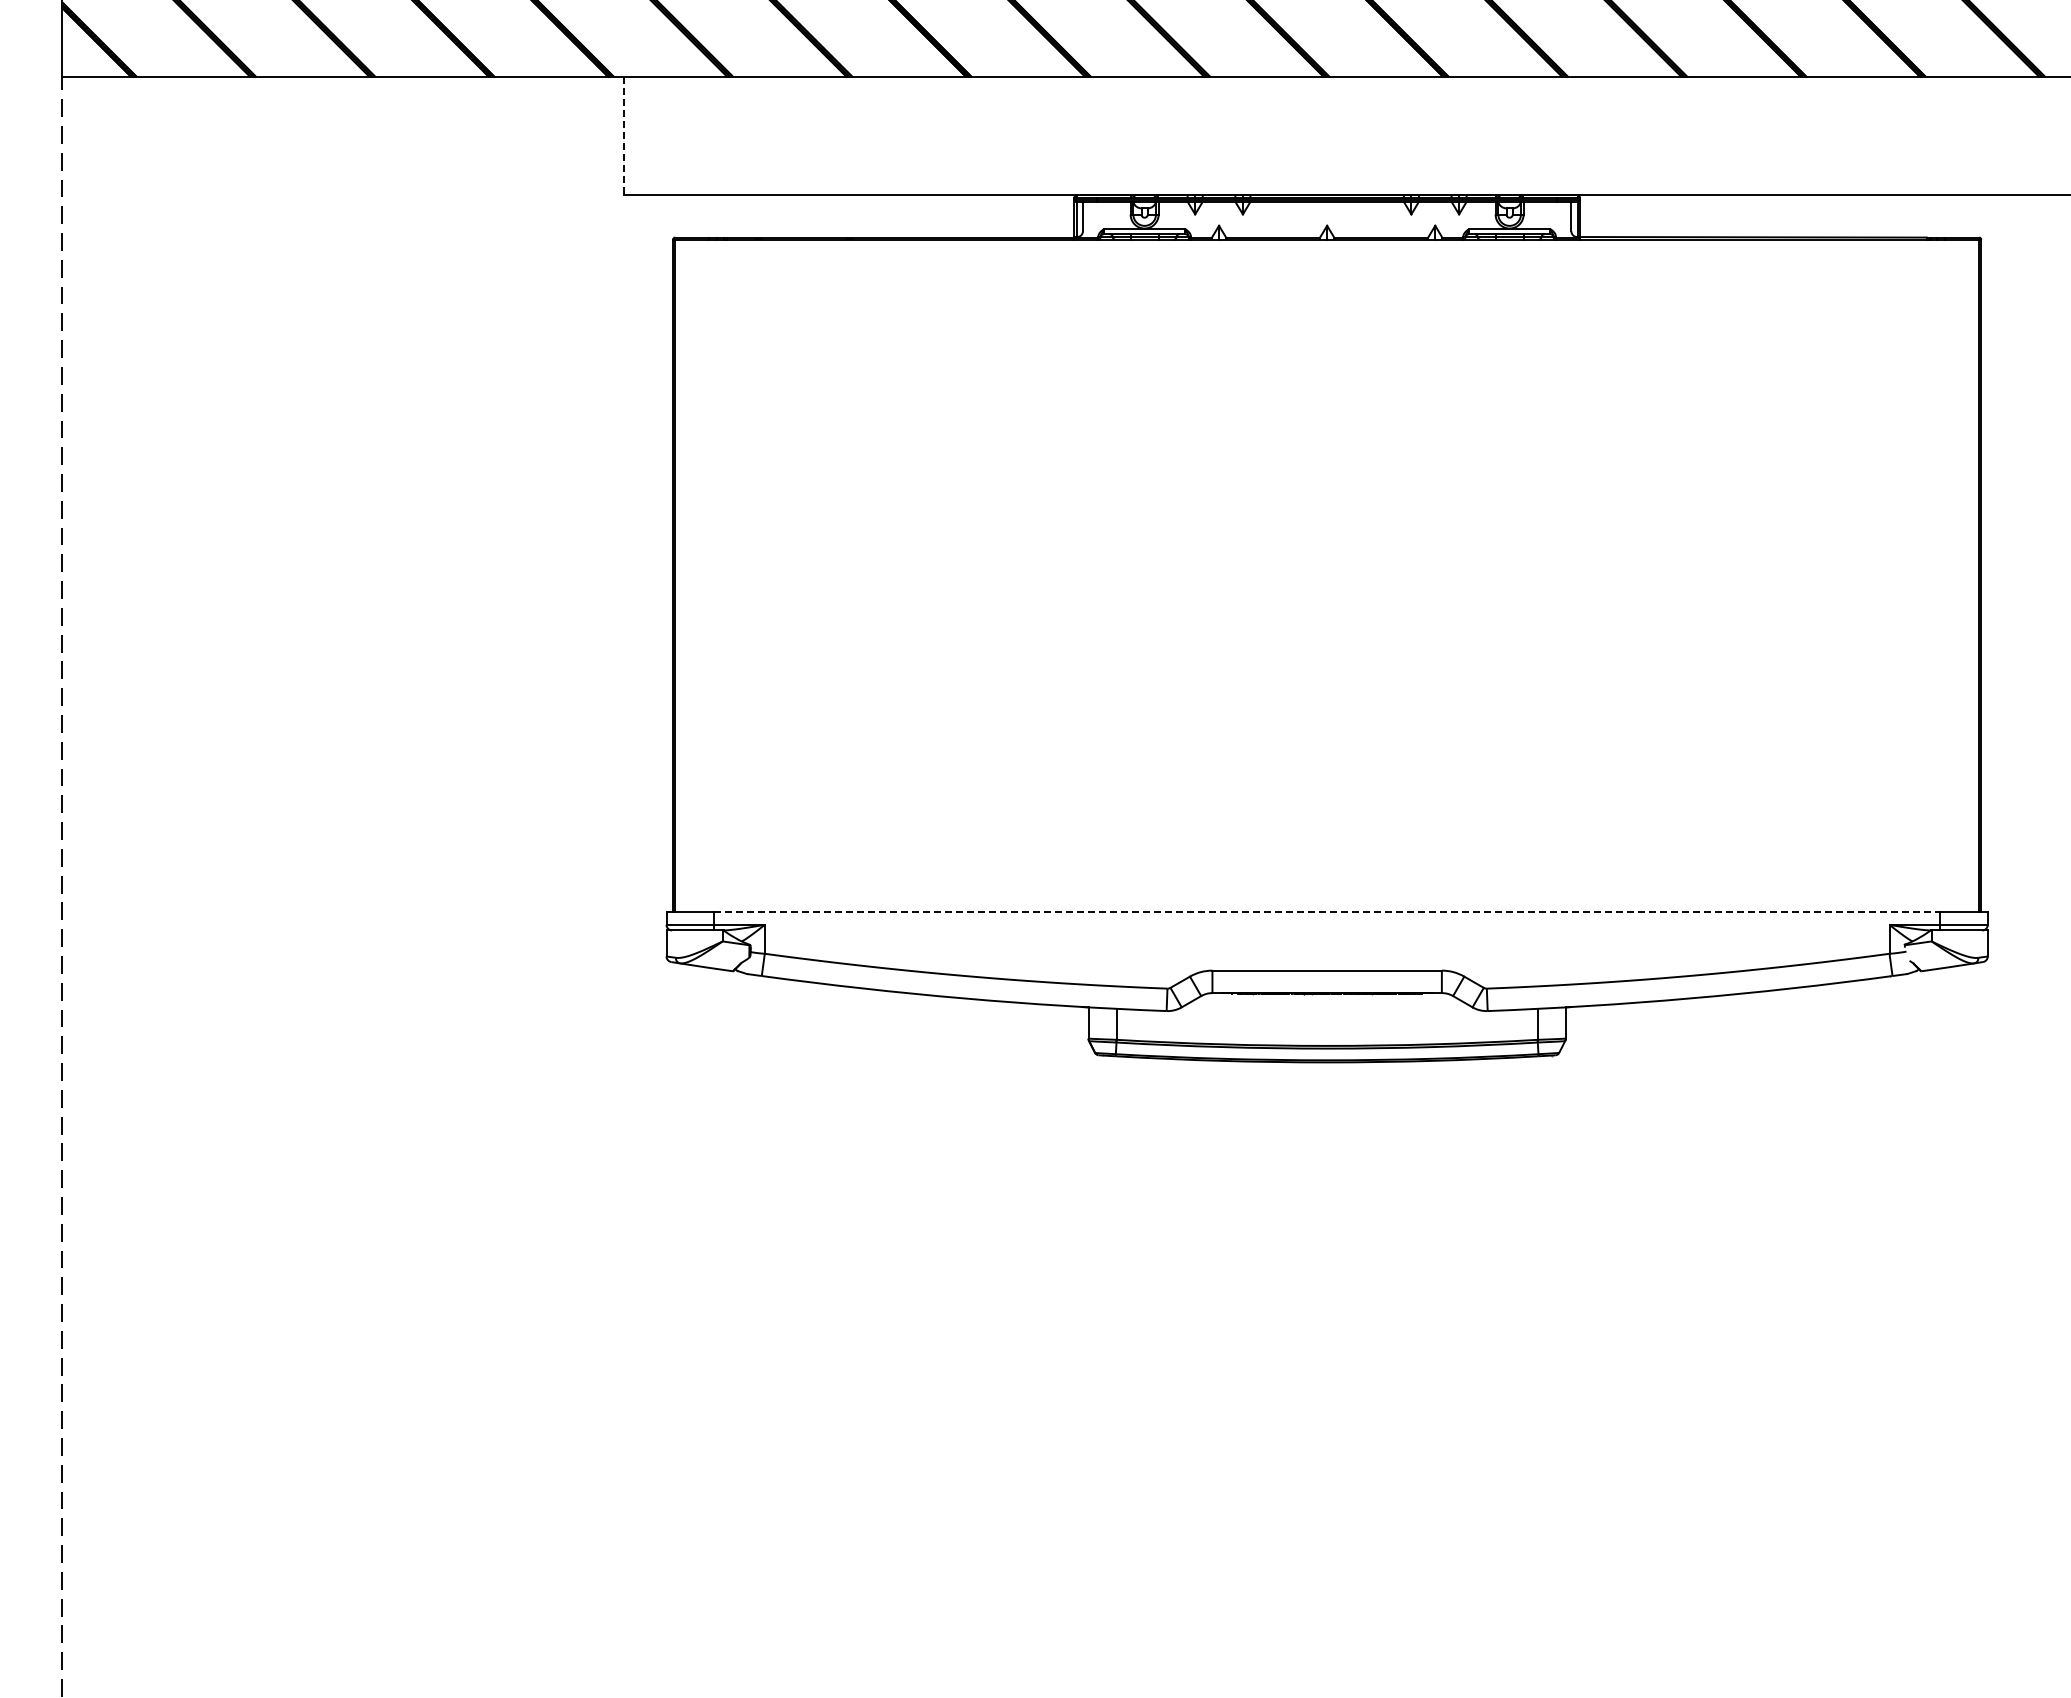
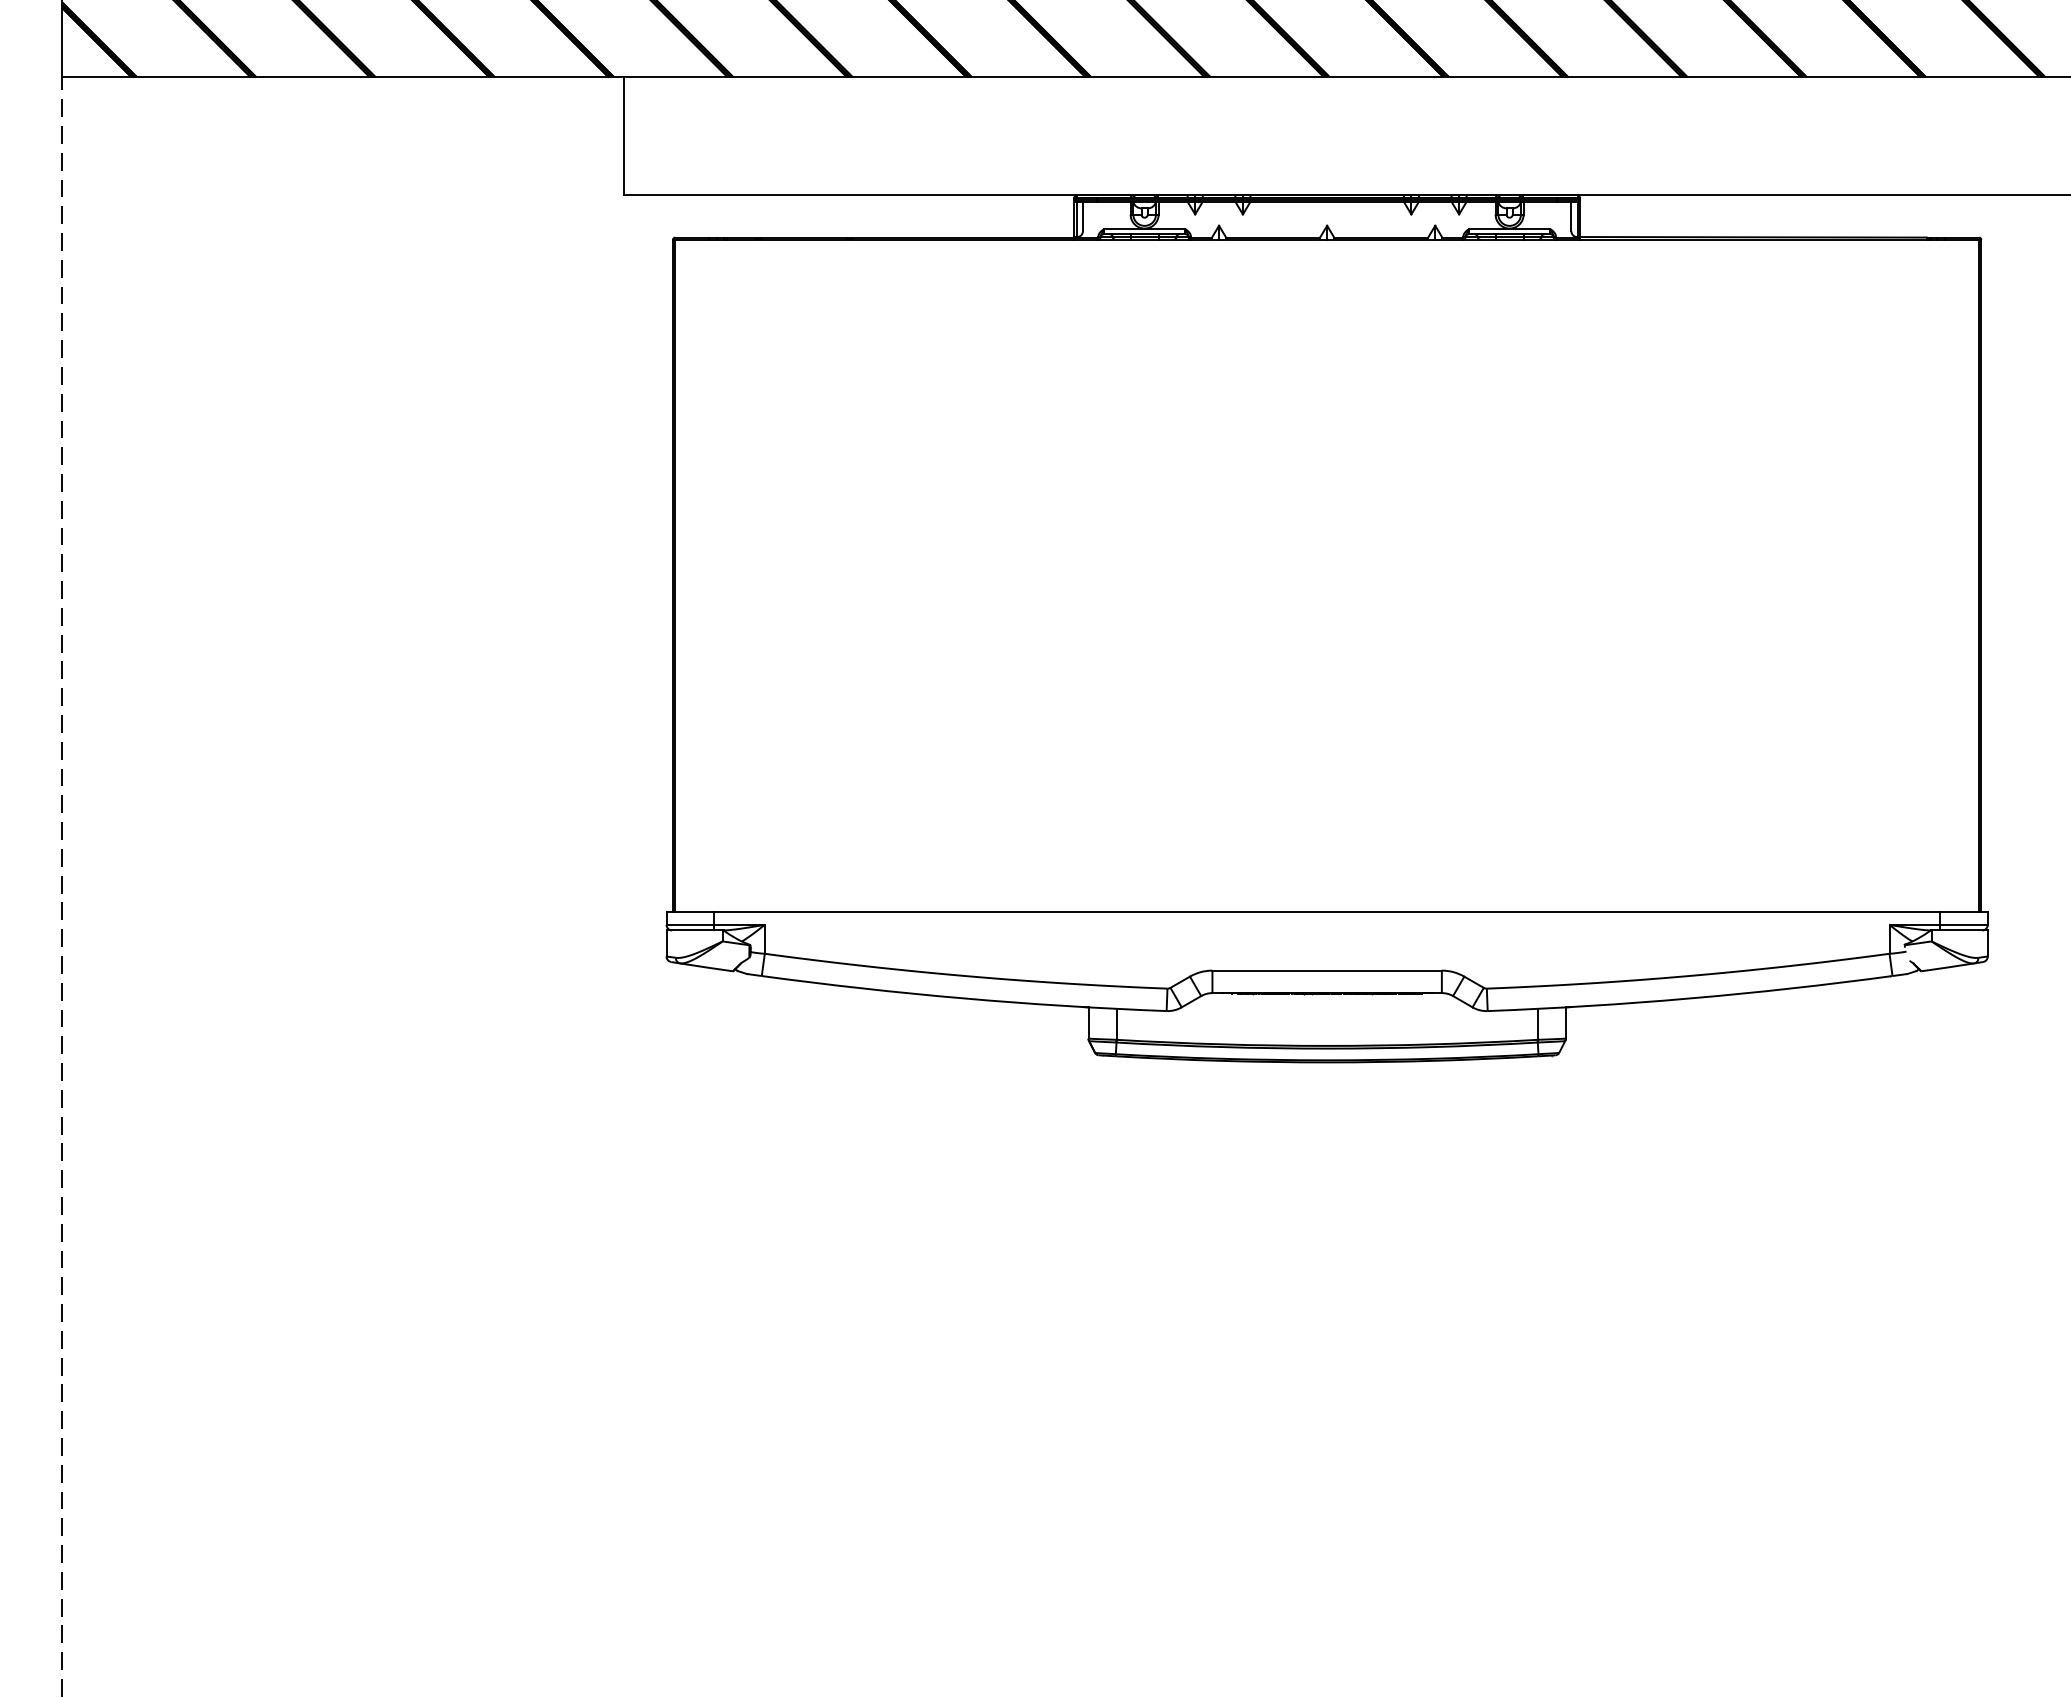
line at (624, 136): dashed -> solid
line at (1327, 912): dashed -> solid
